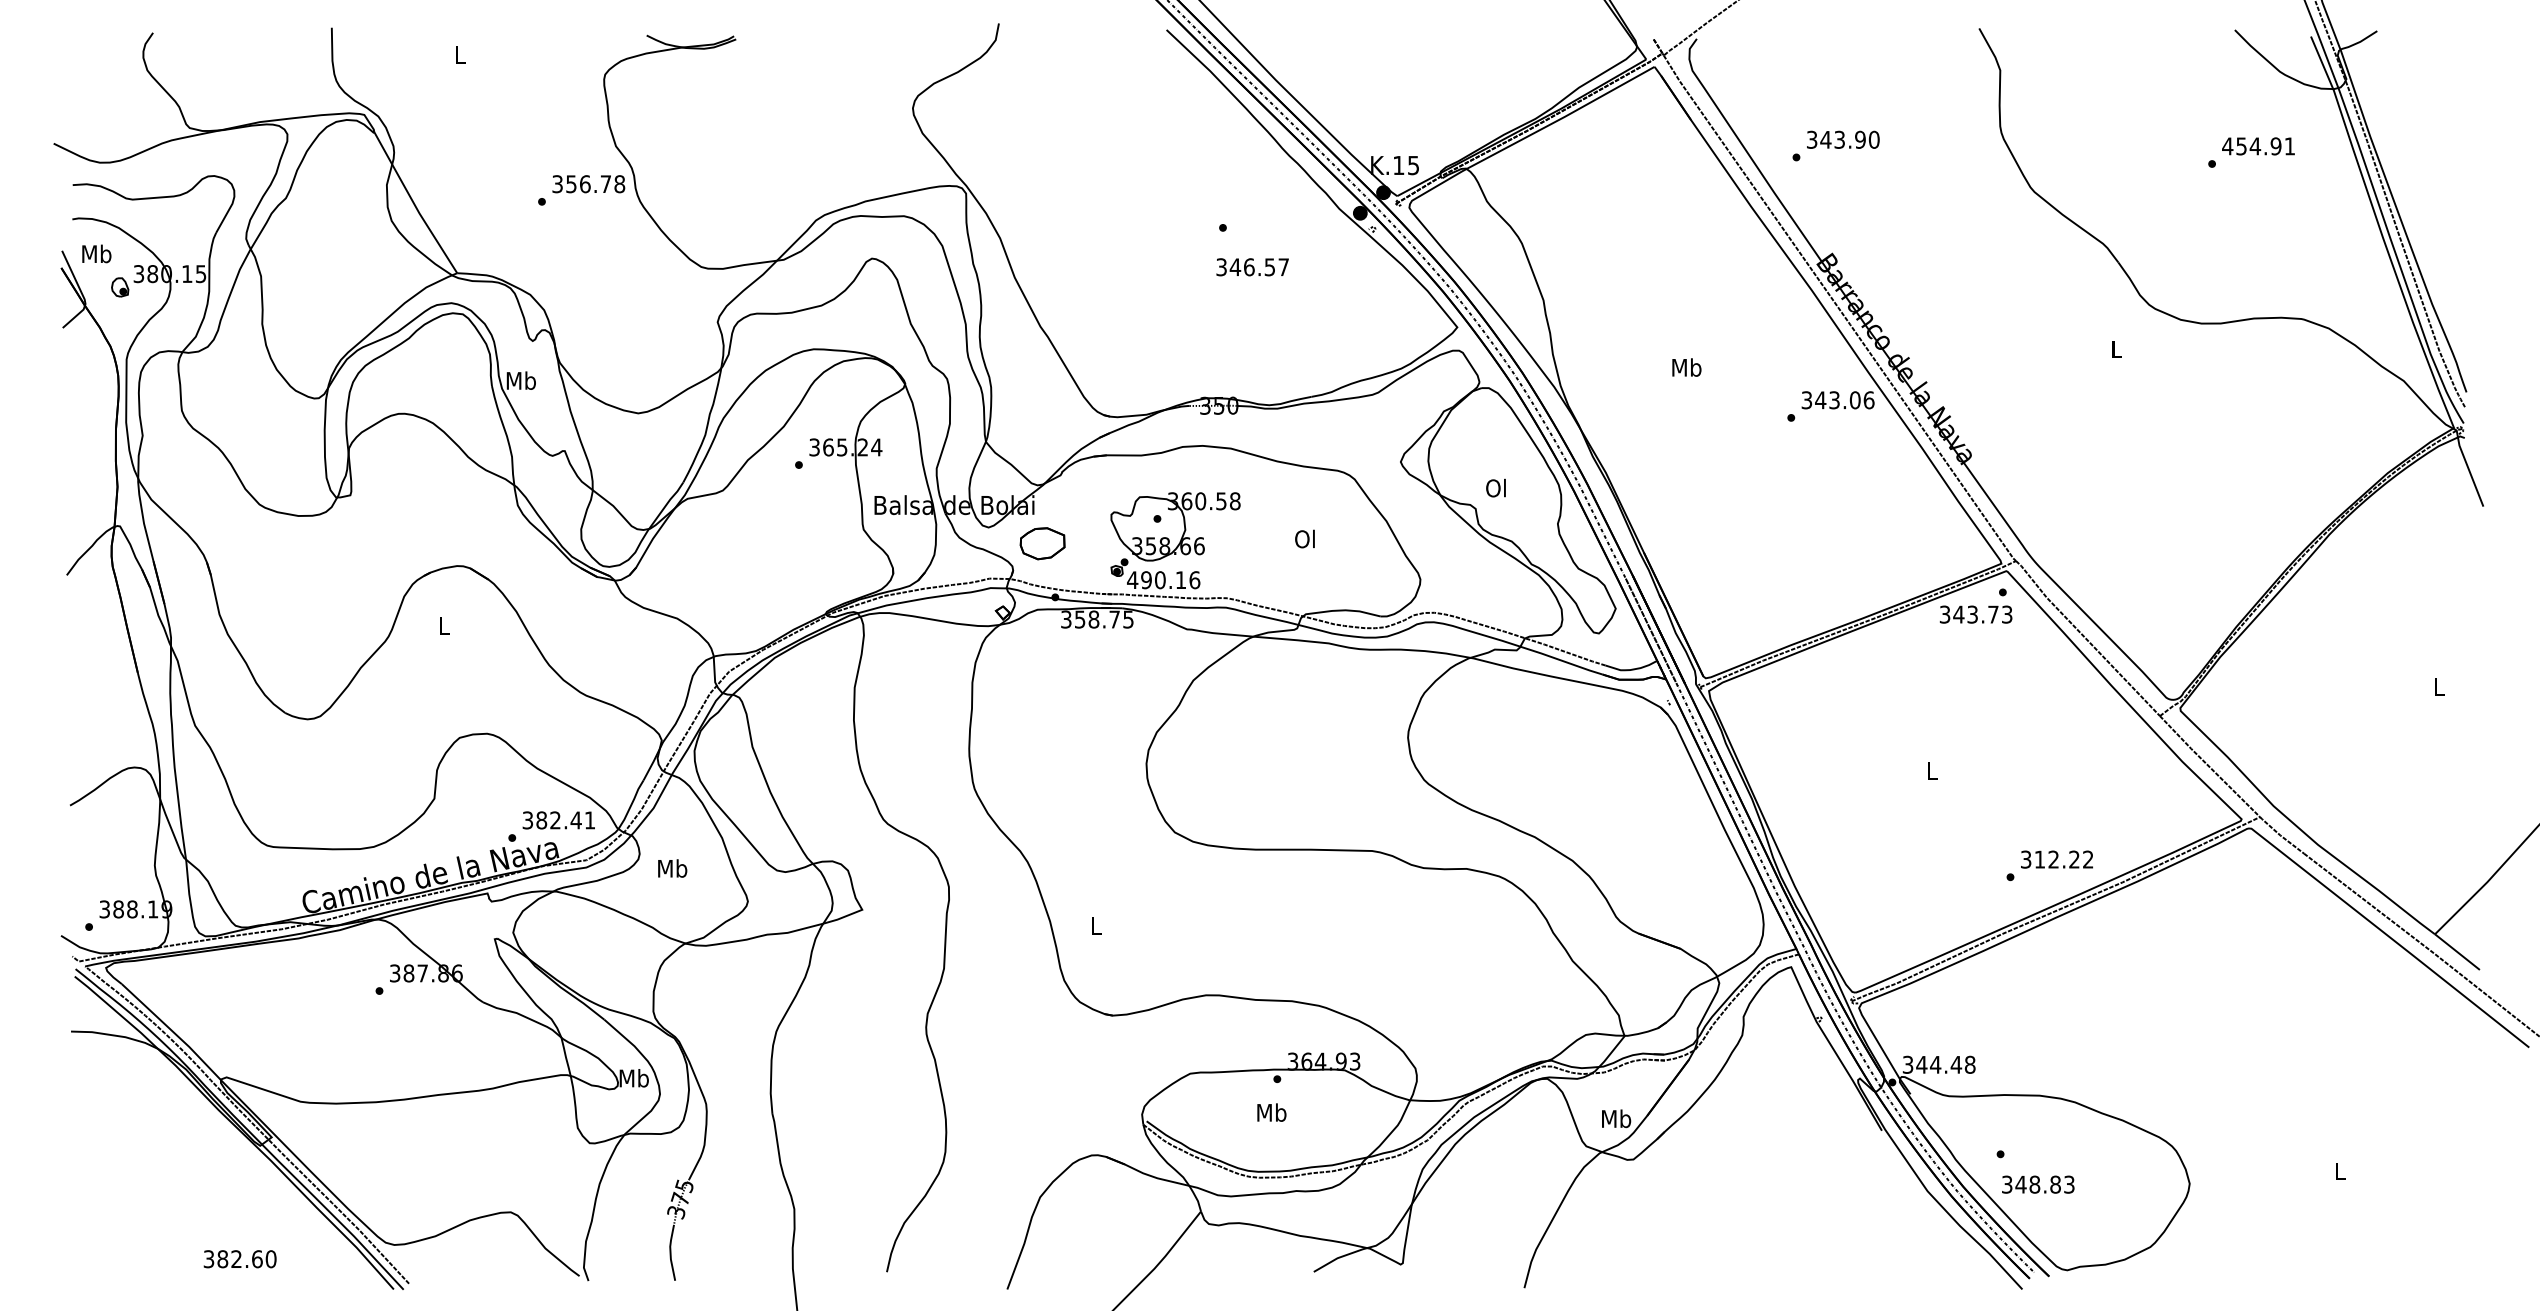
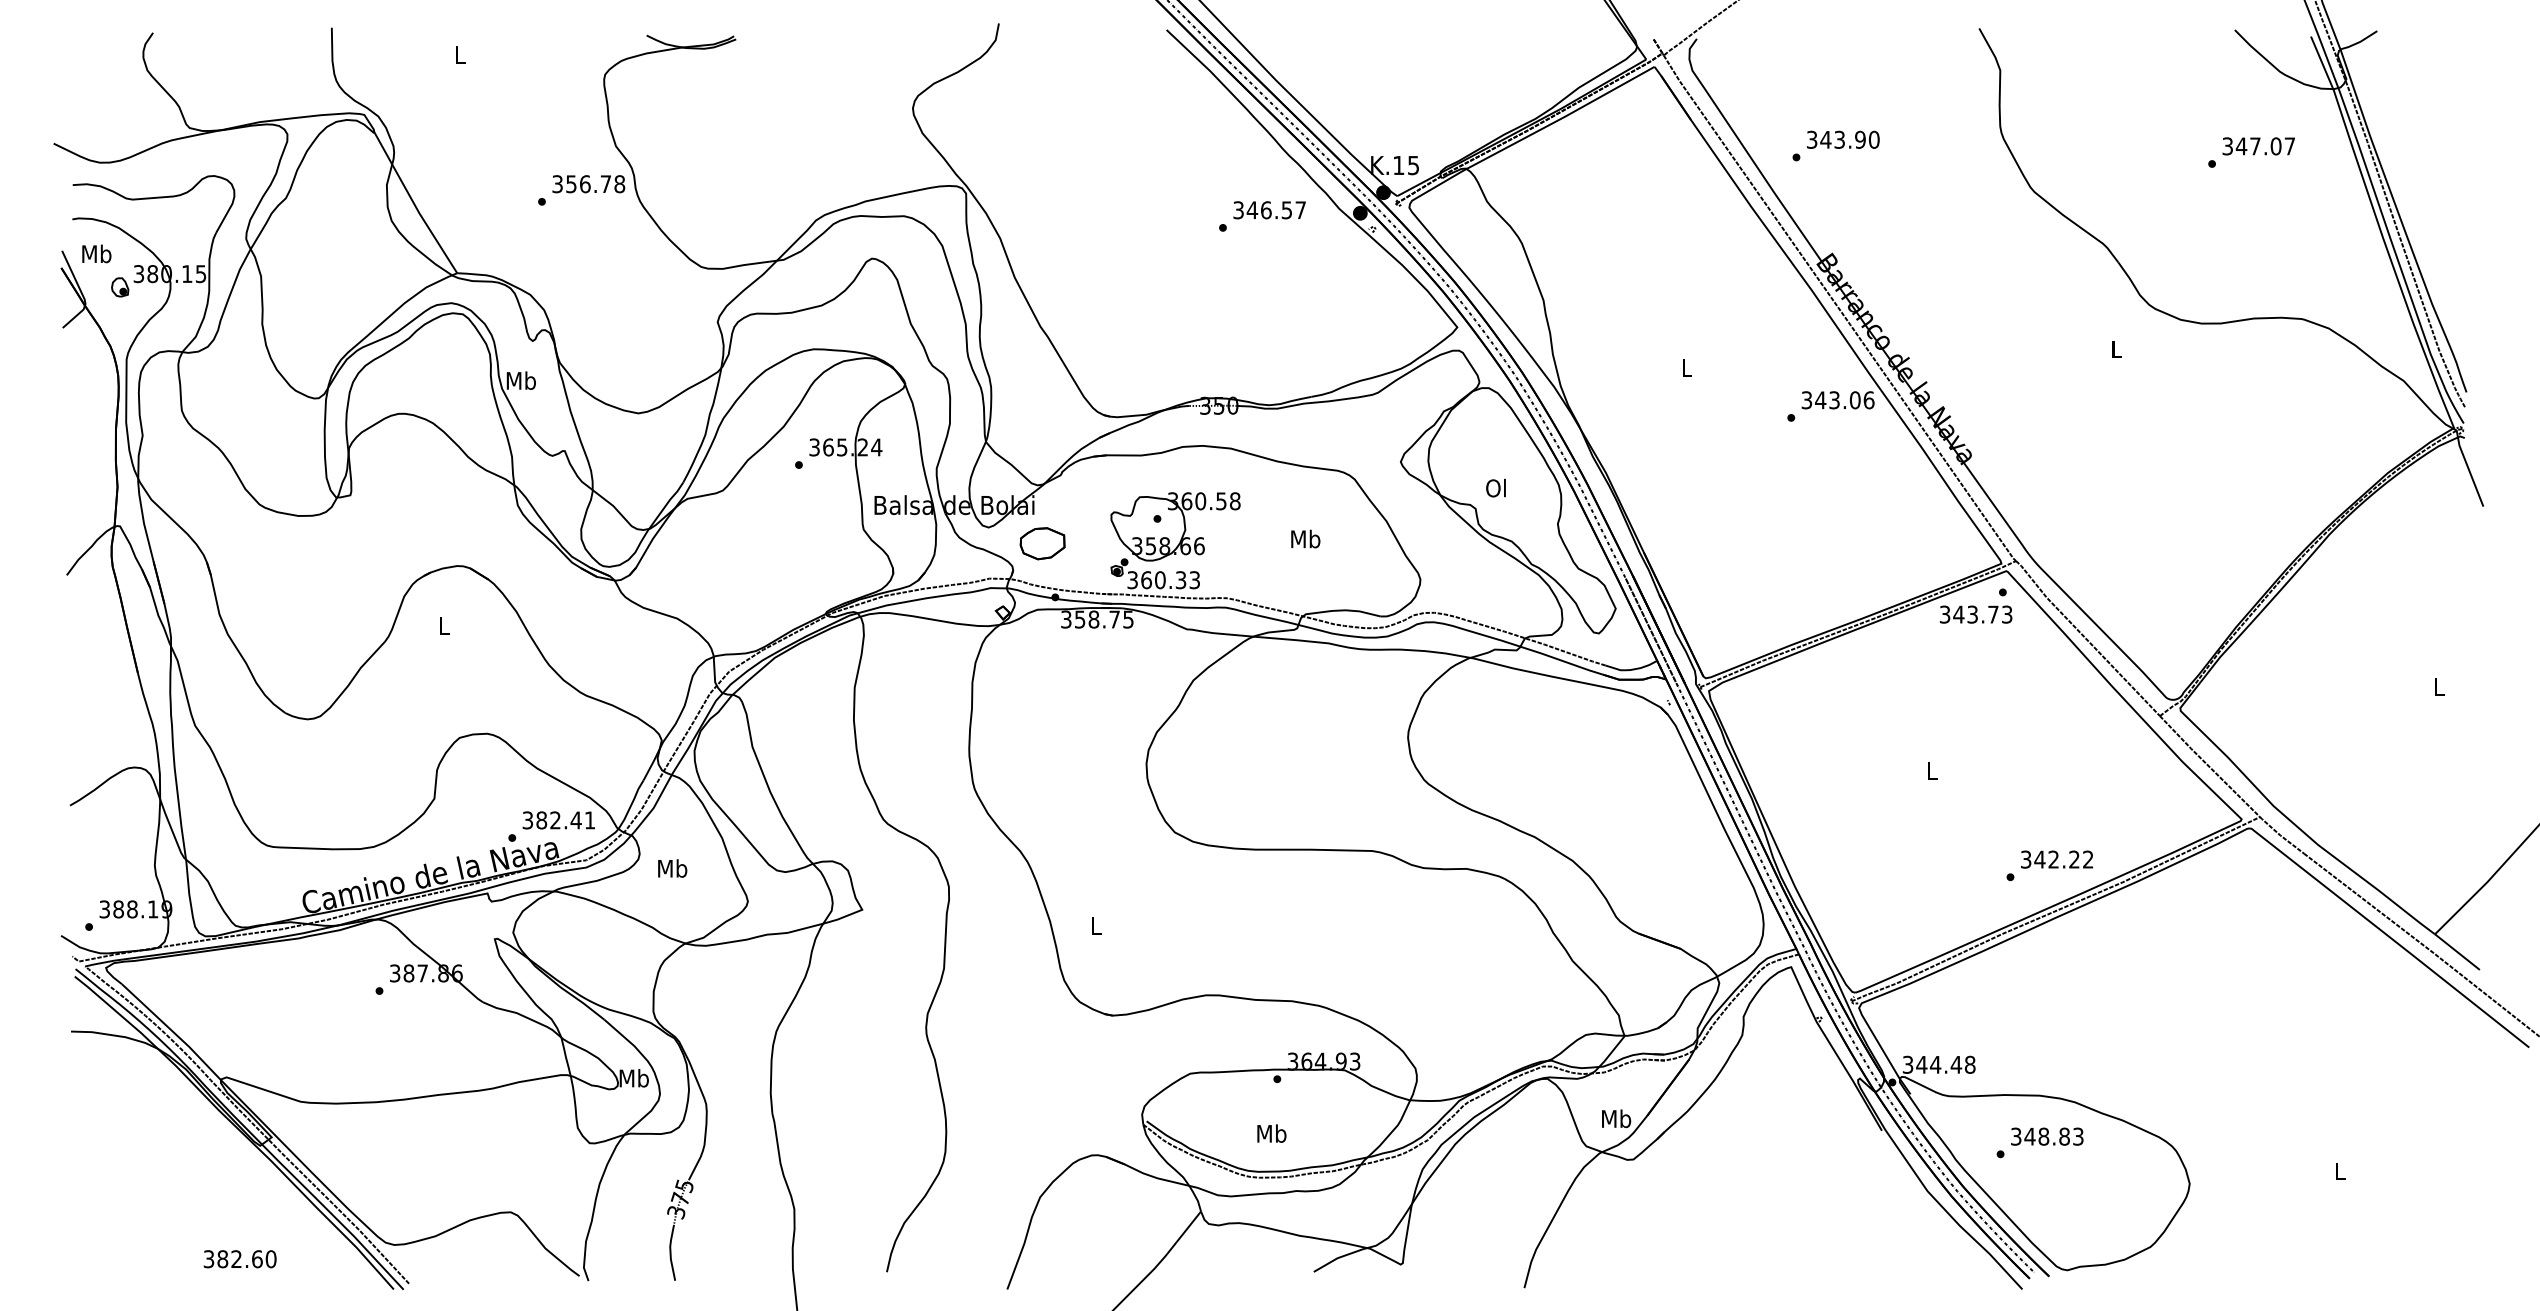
text at (2258, 146): 454.91 -> 347.07
text at (1252, 267) position: (1252, 267) -> (1269, 210)
text at (1686, 367): Mb -> L
text at (1305, 538): Ol -> Mb
text at (1163, 580): 490.16 -> 360.33
text at (2039, 859): 312.22 -> 342.22
text at (1271, 1112) position: (1271, 1112) -> (1271, 1133)
text at (2038, 1184) position: (2038, 1184) -> (2047, 1136)
